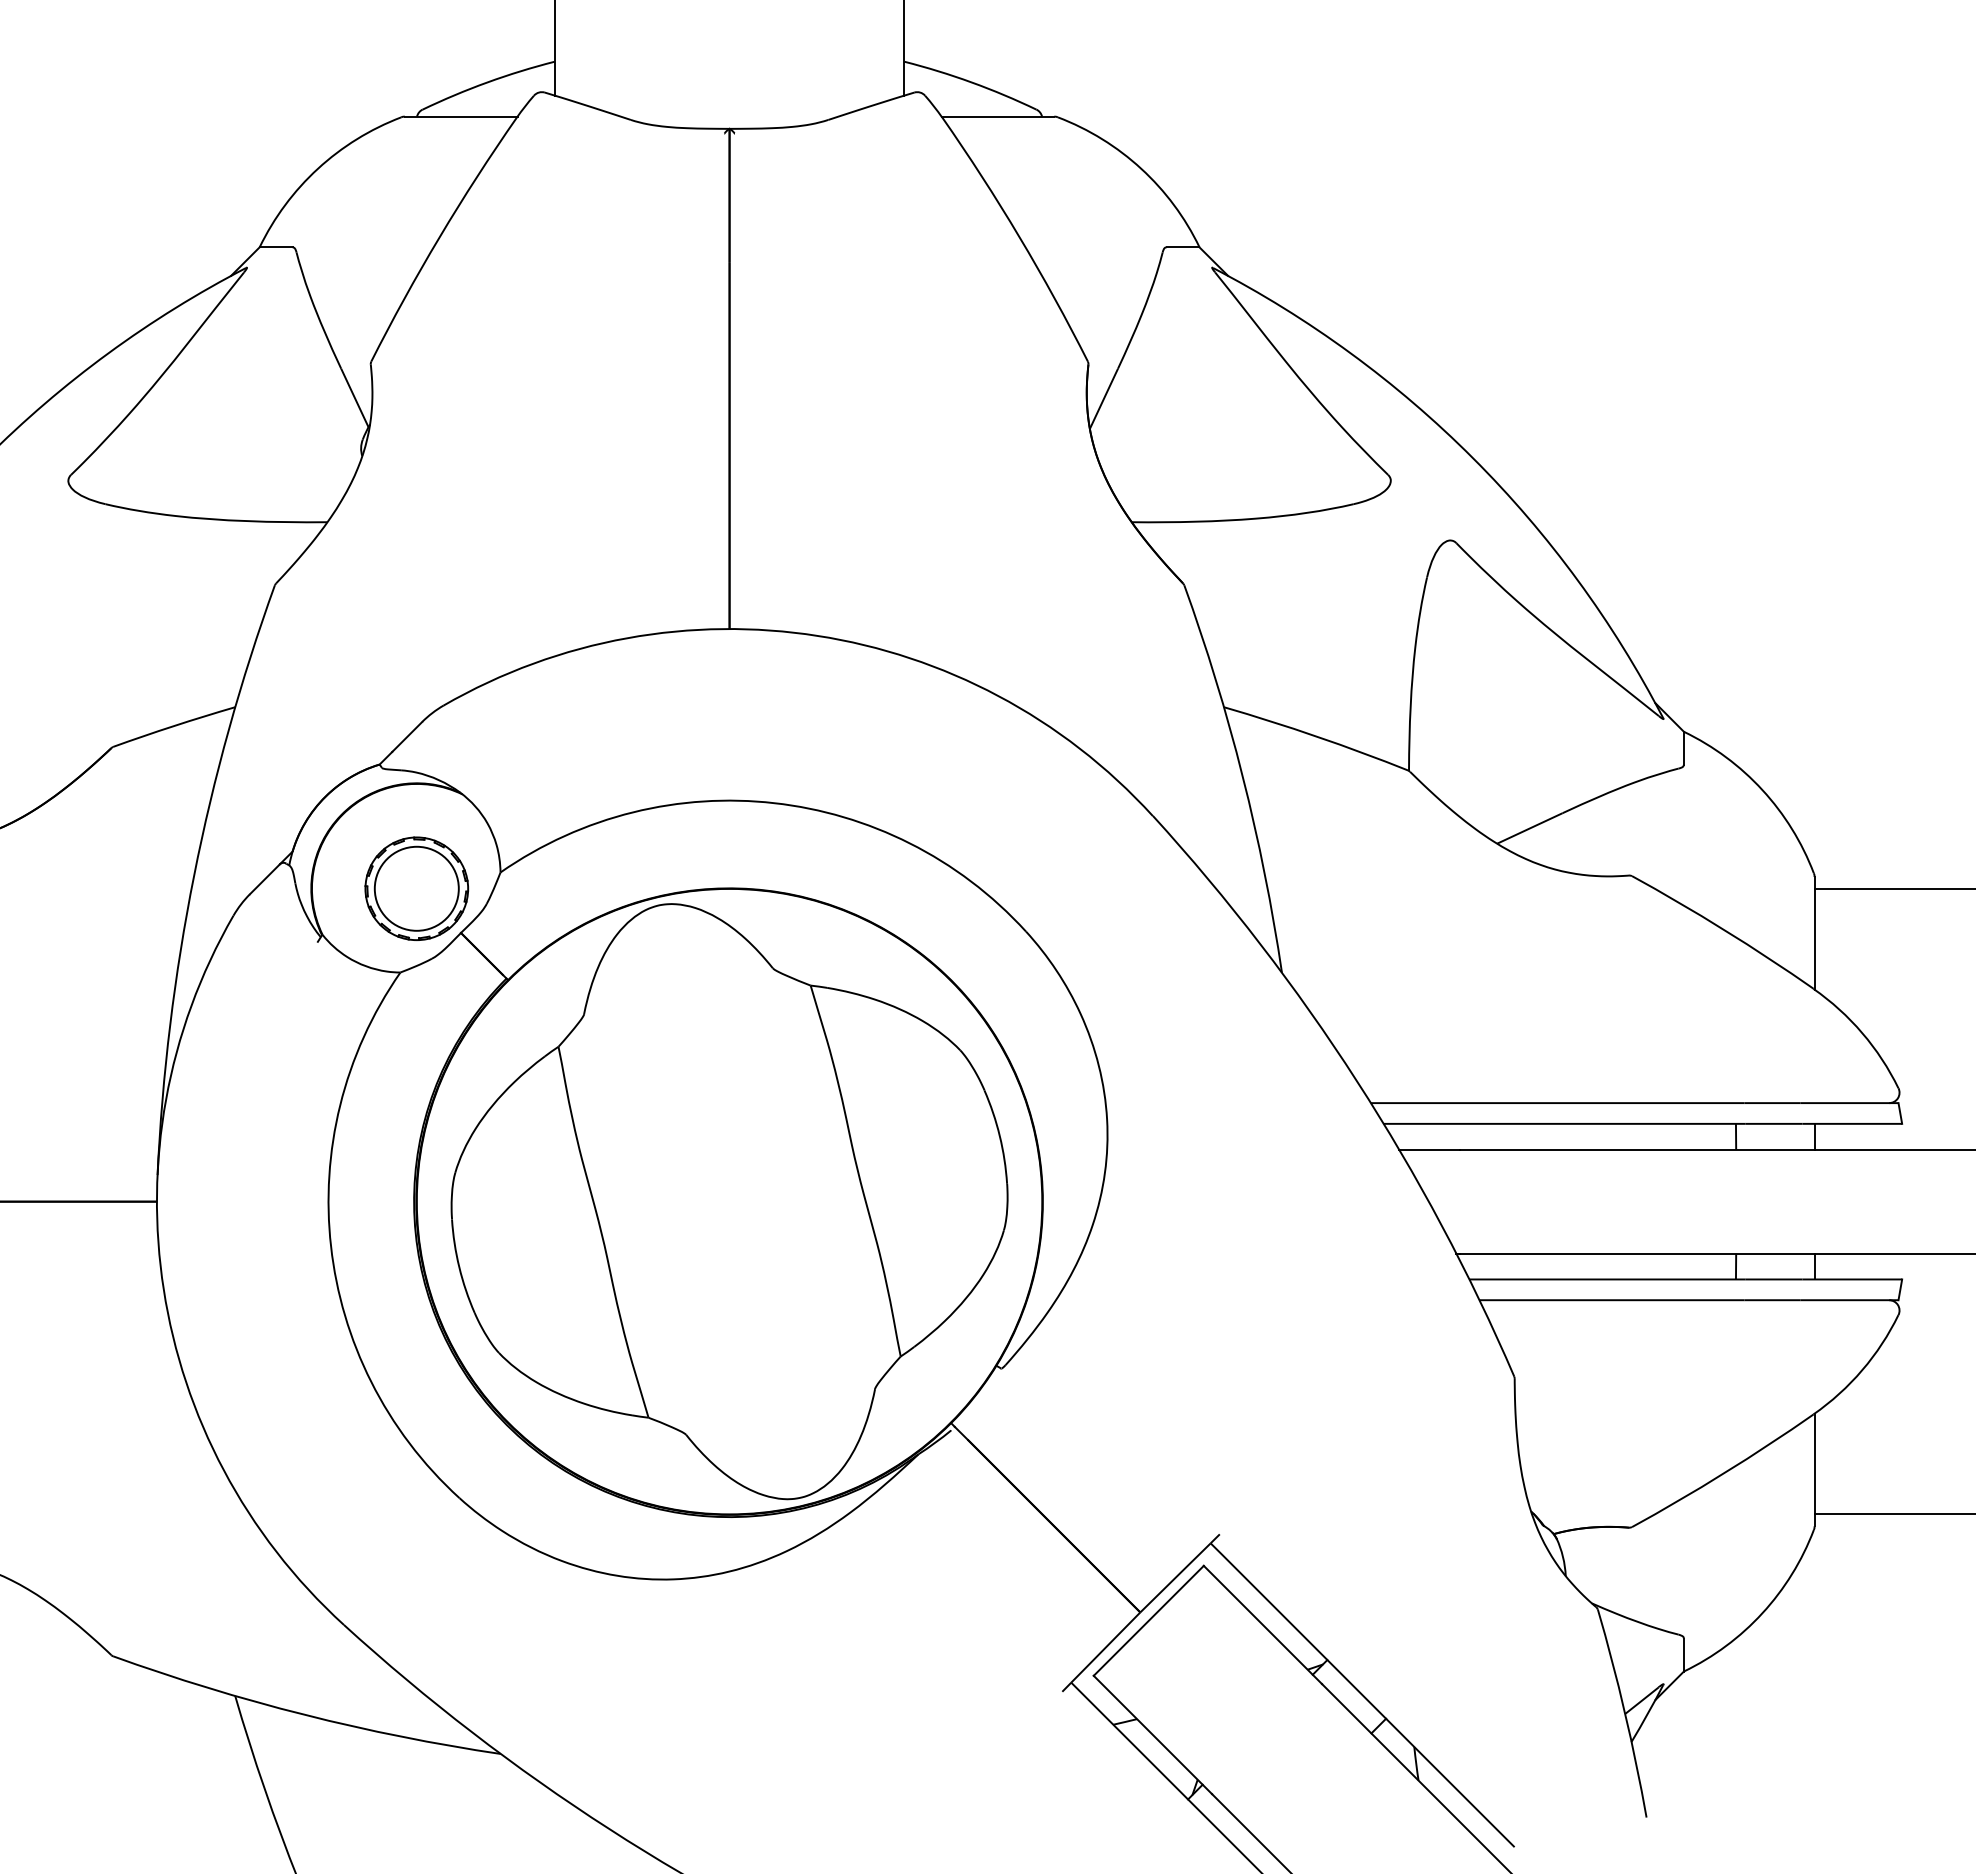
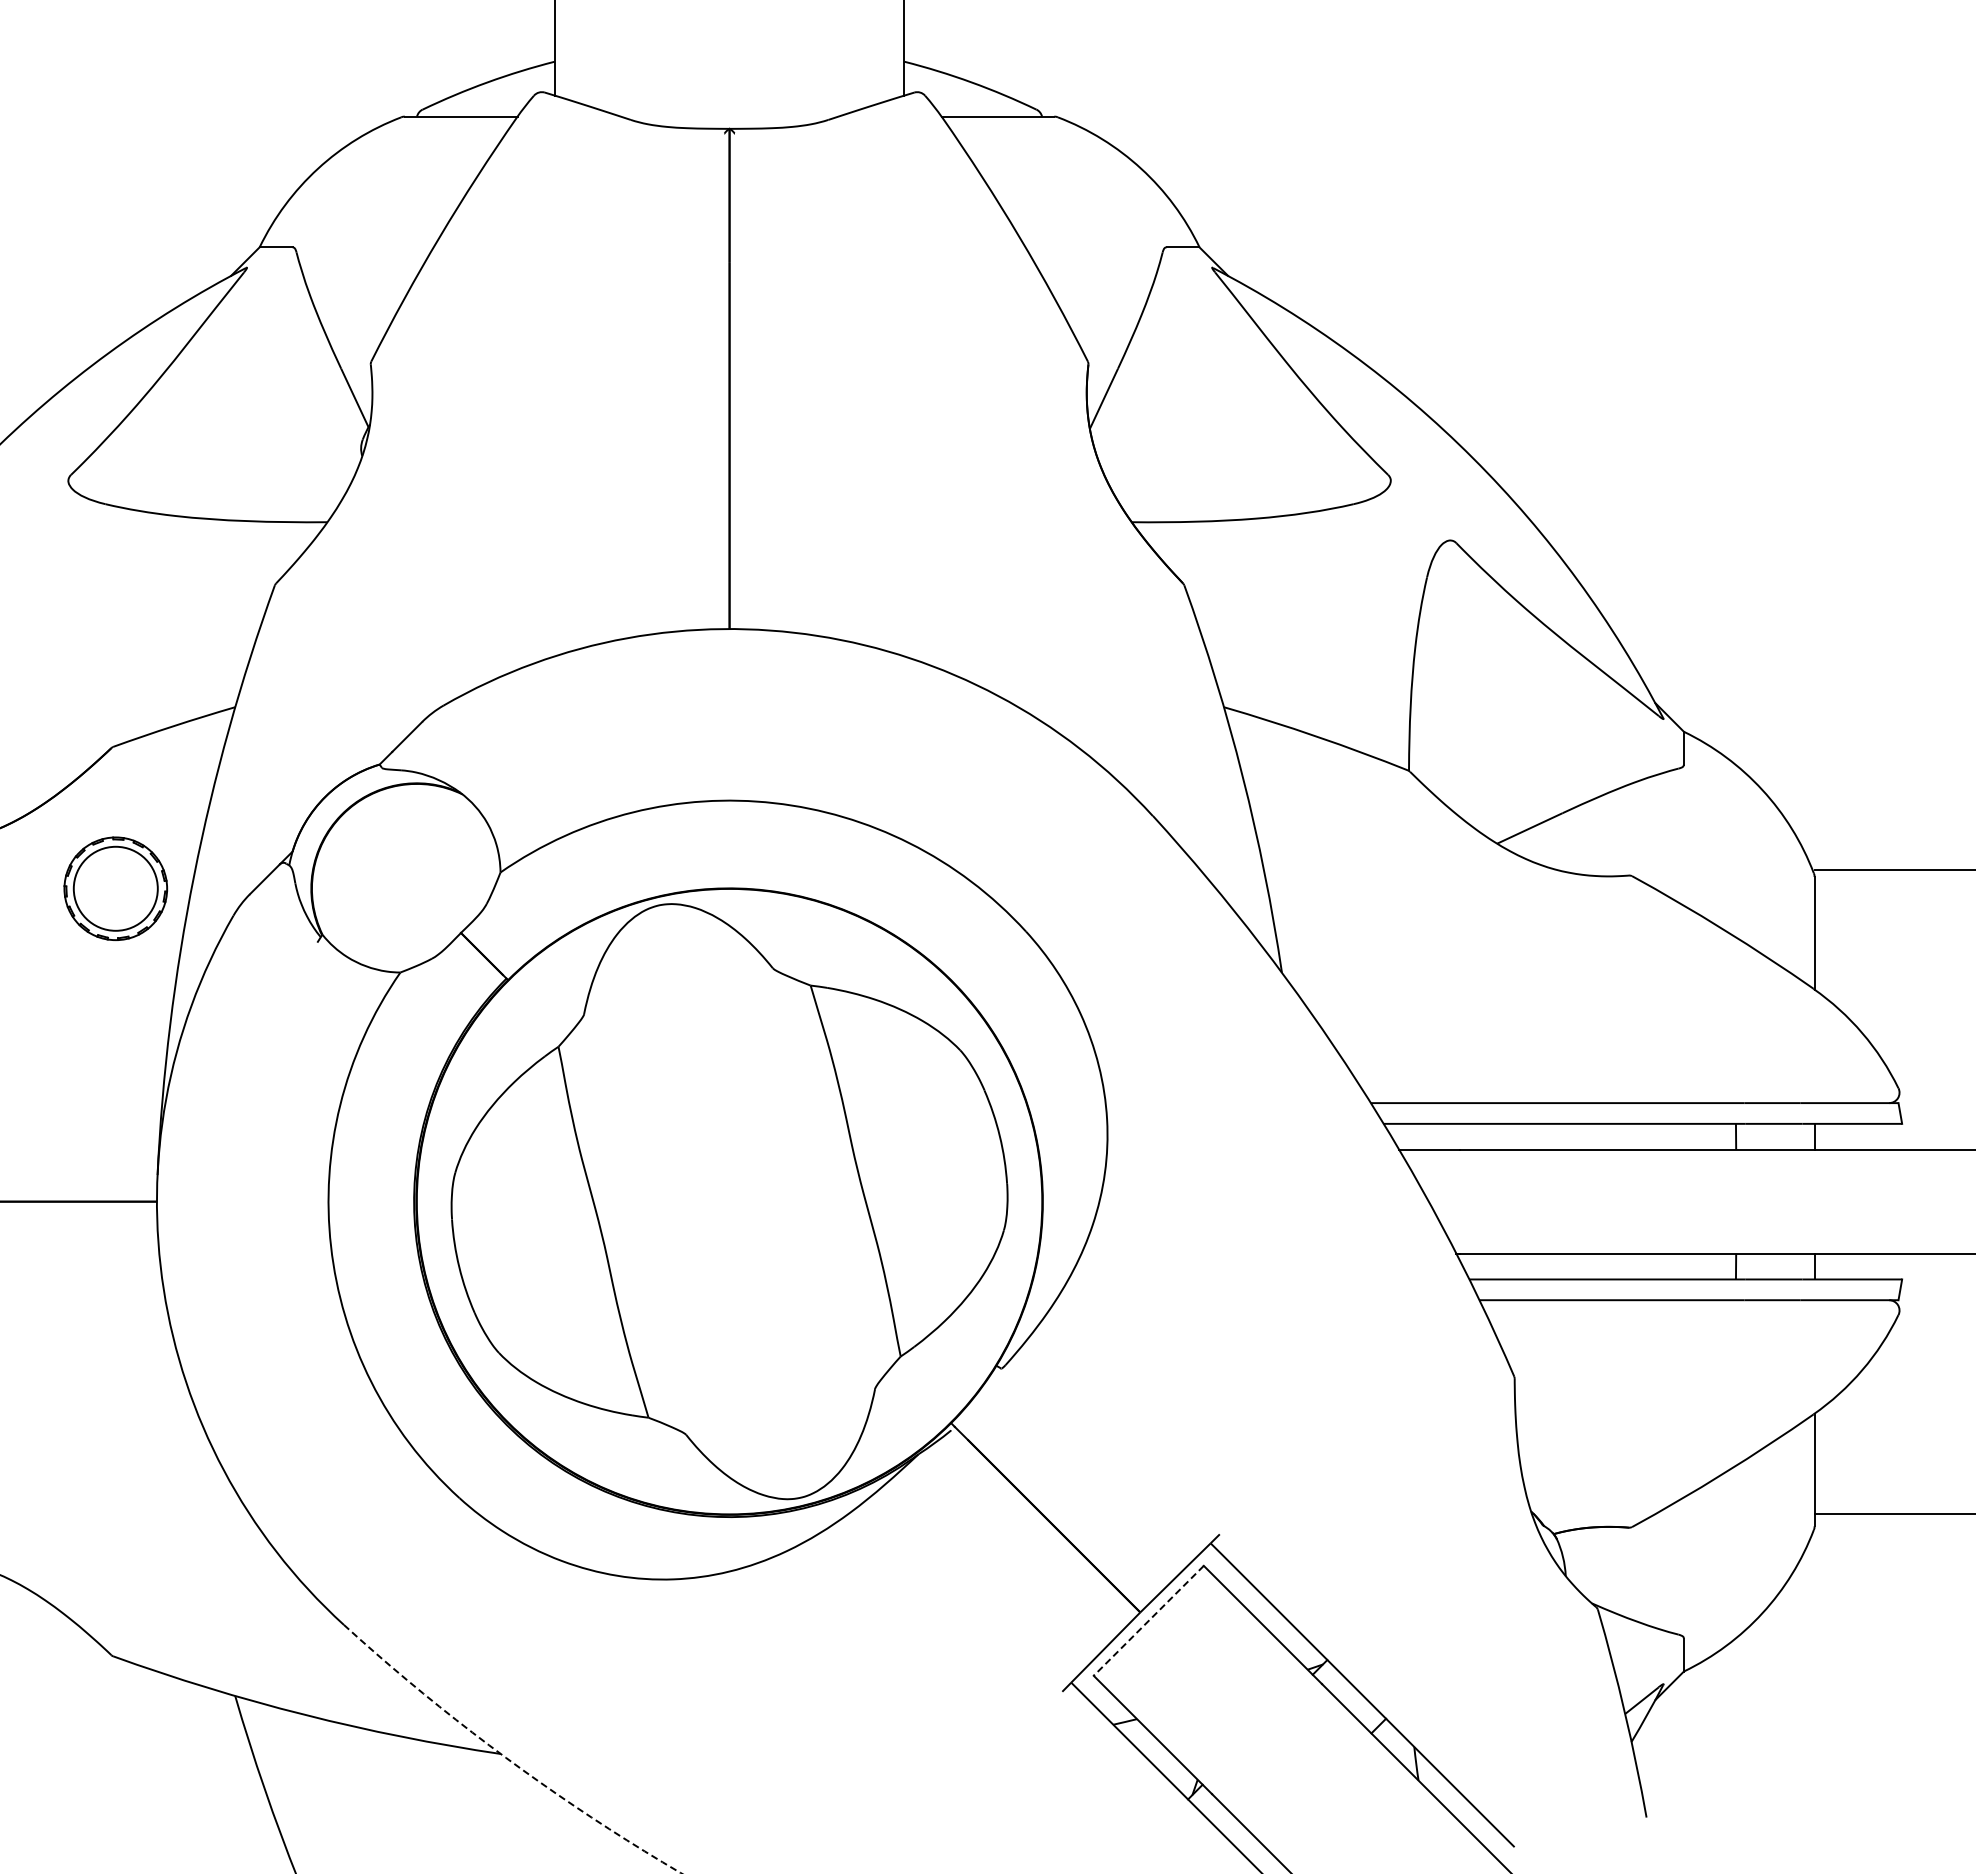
part at (416, 888) position: (416, 888) -> (115, 888)
line at (1893, 888) position: (1893, 888) -> (1893, 869)
line at (1148, 1620): solid -> dashed
arc at (506, 1758): solid -> dashed
